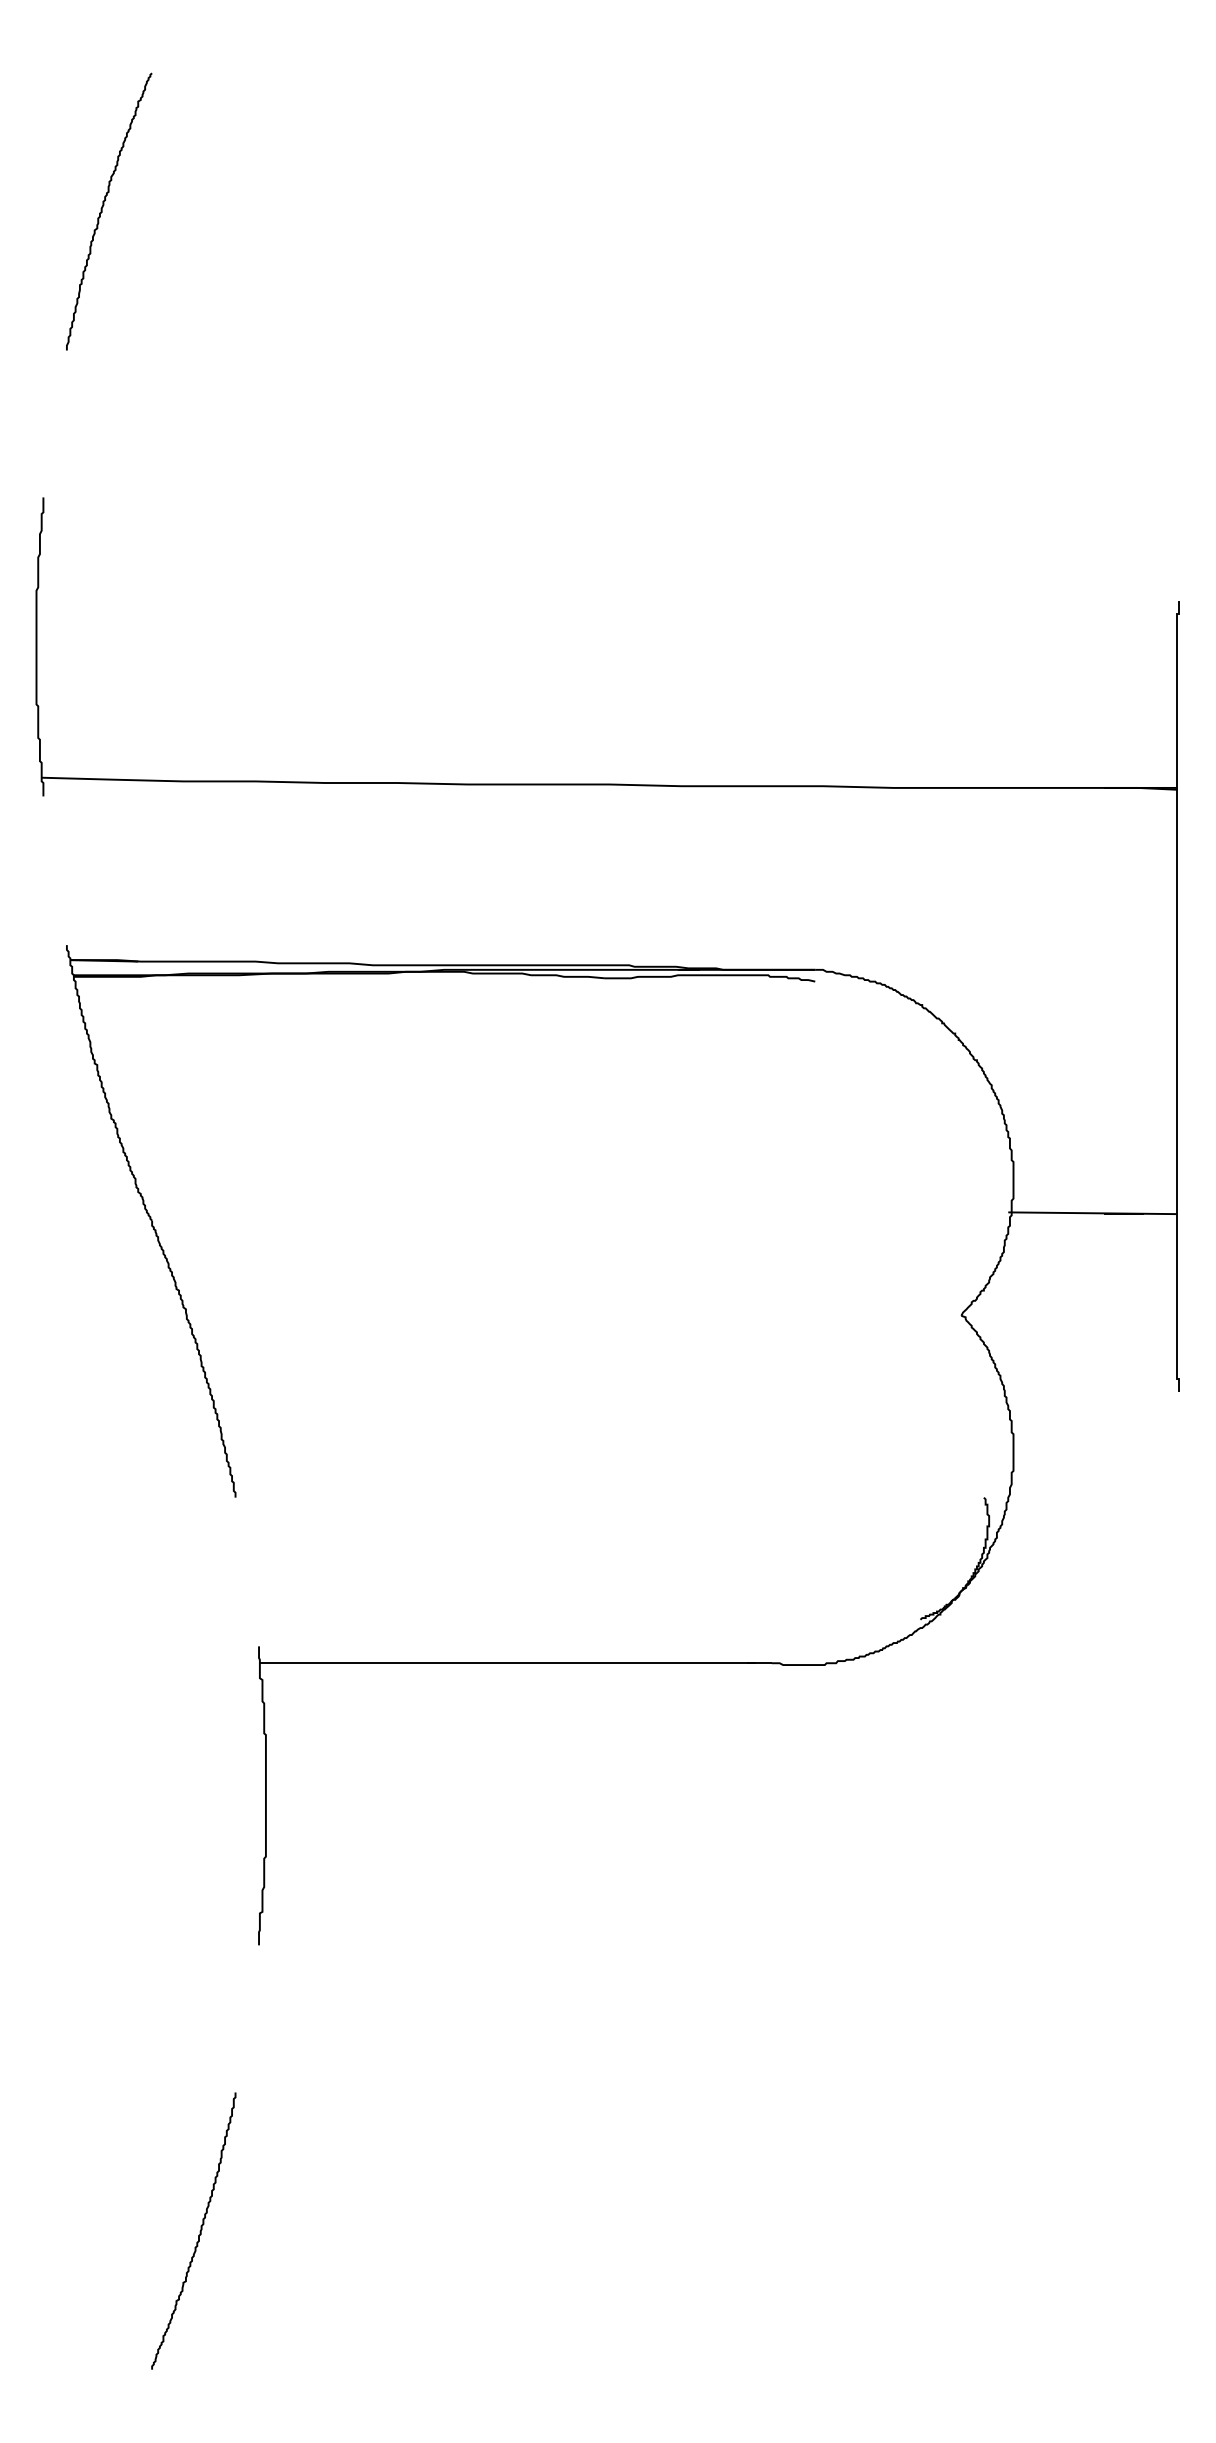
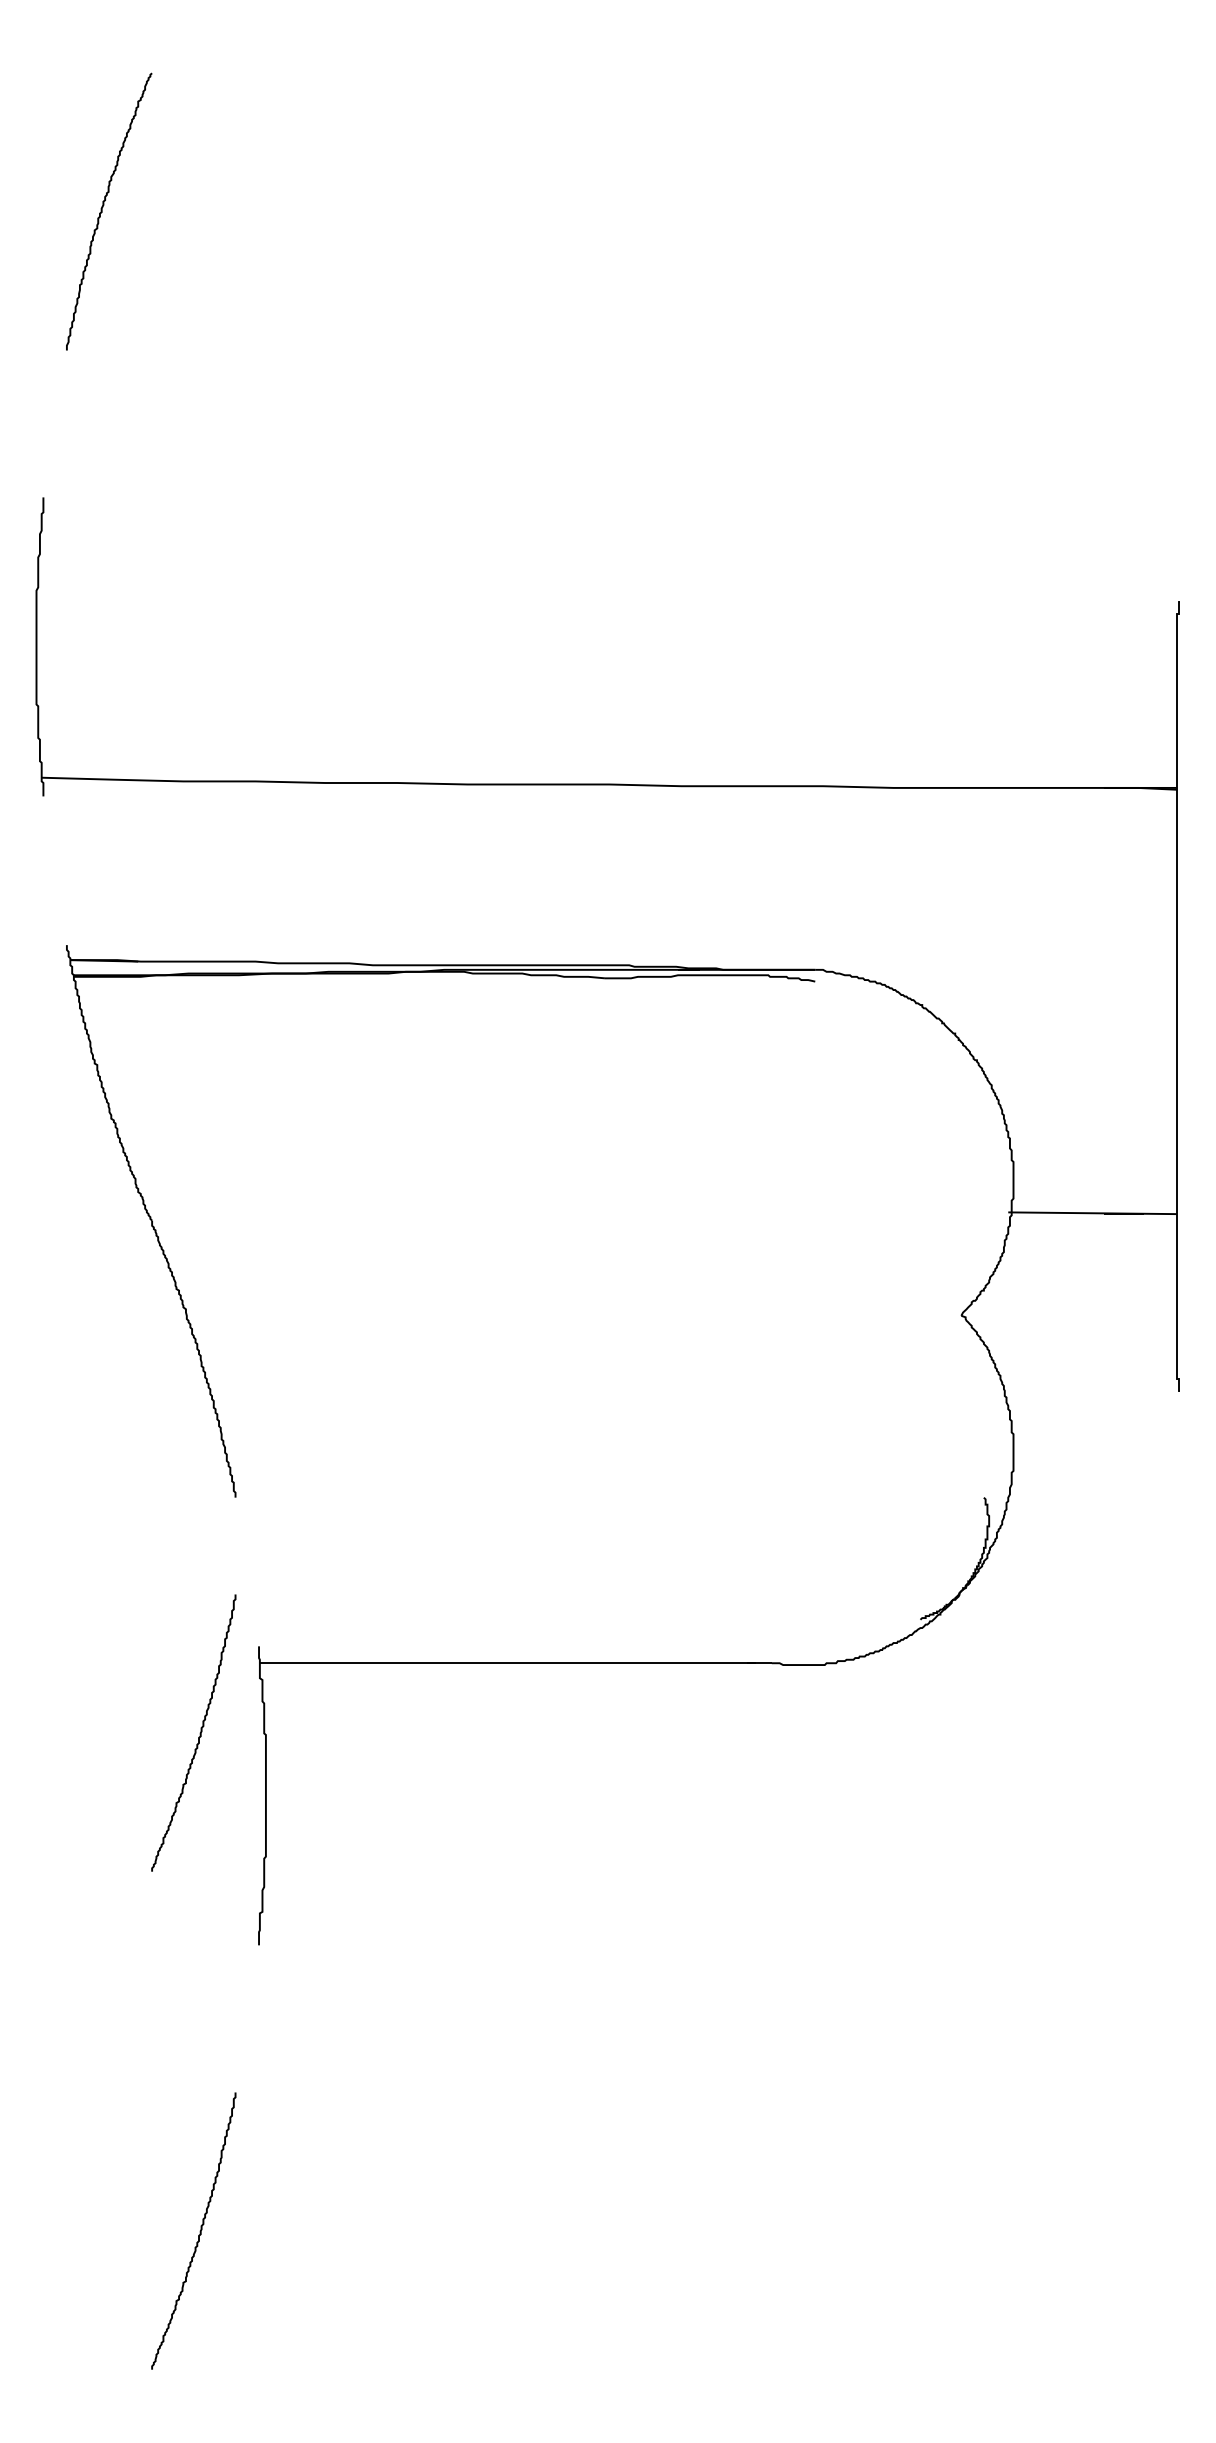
curve at (199, 1733): none -> present
